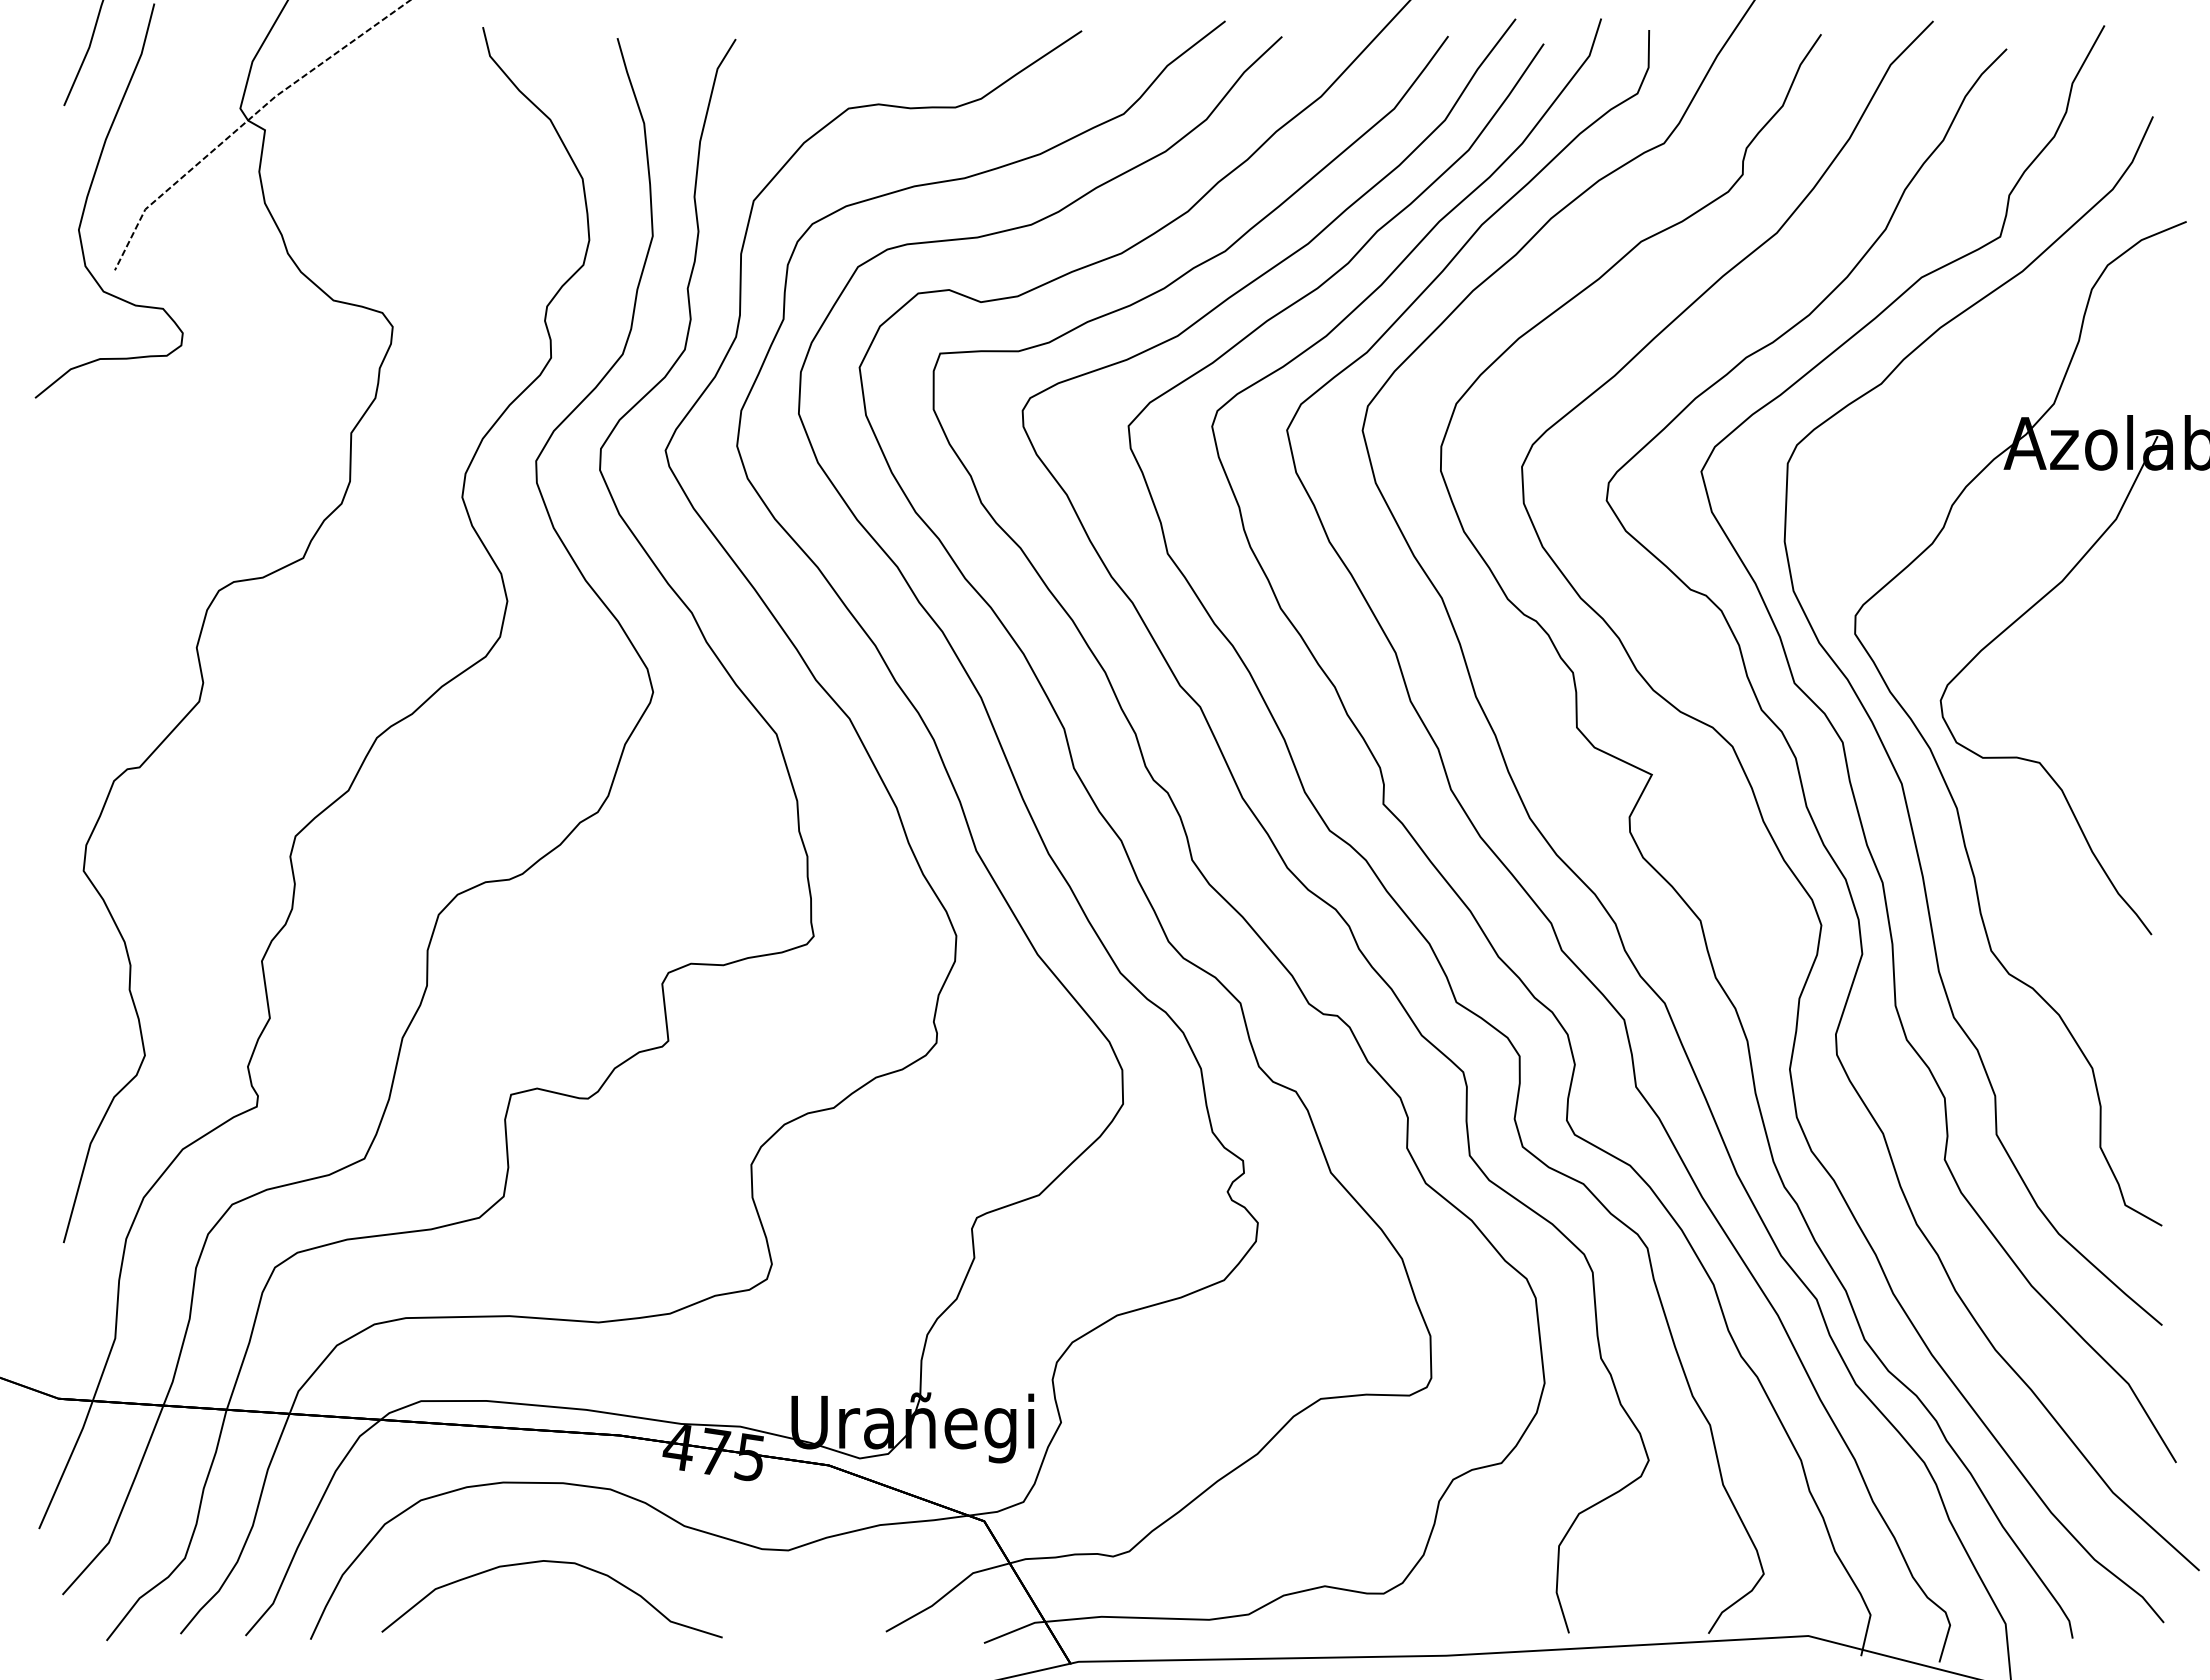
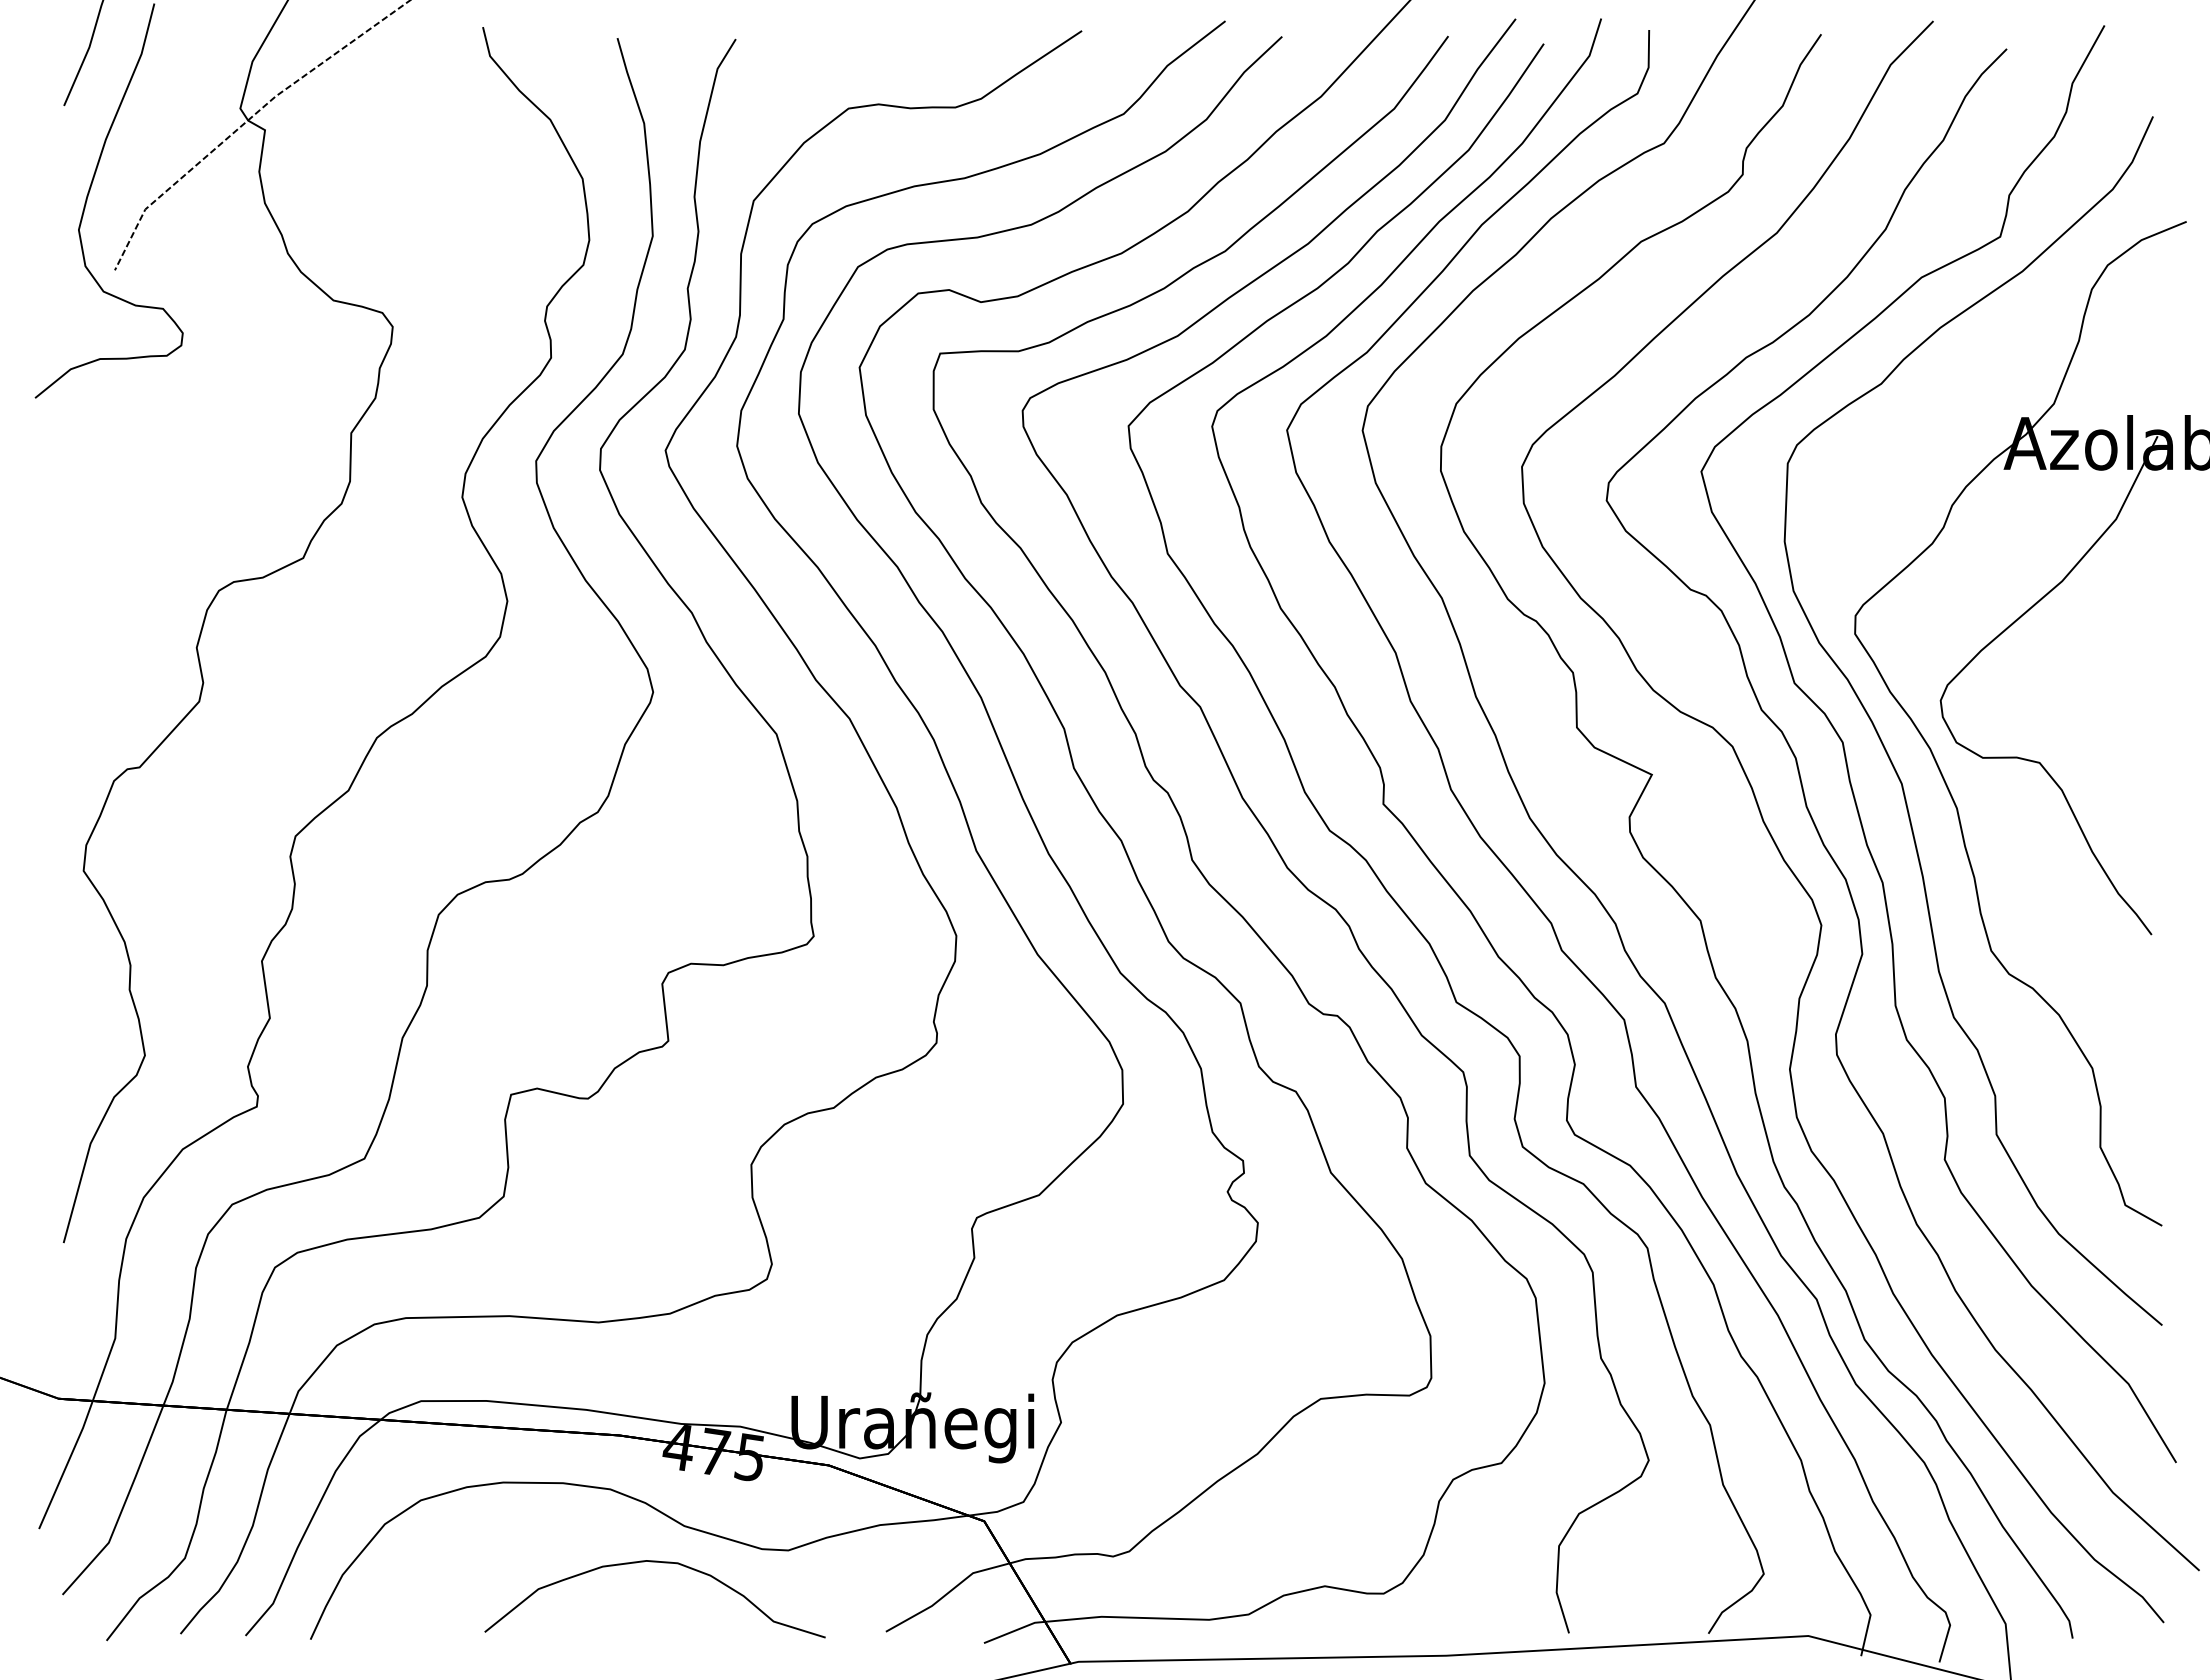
curve at (551, 1562) position: (551, 1562) -> (654, 1562)
